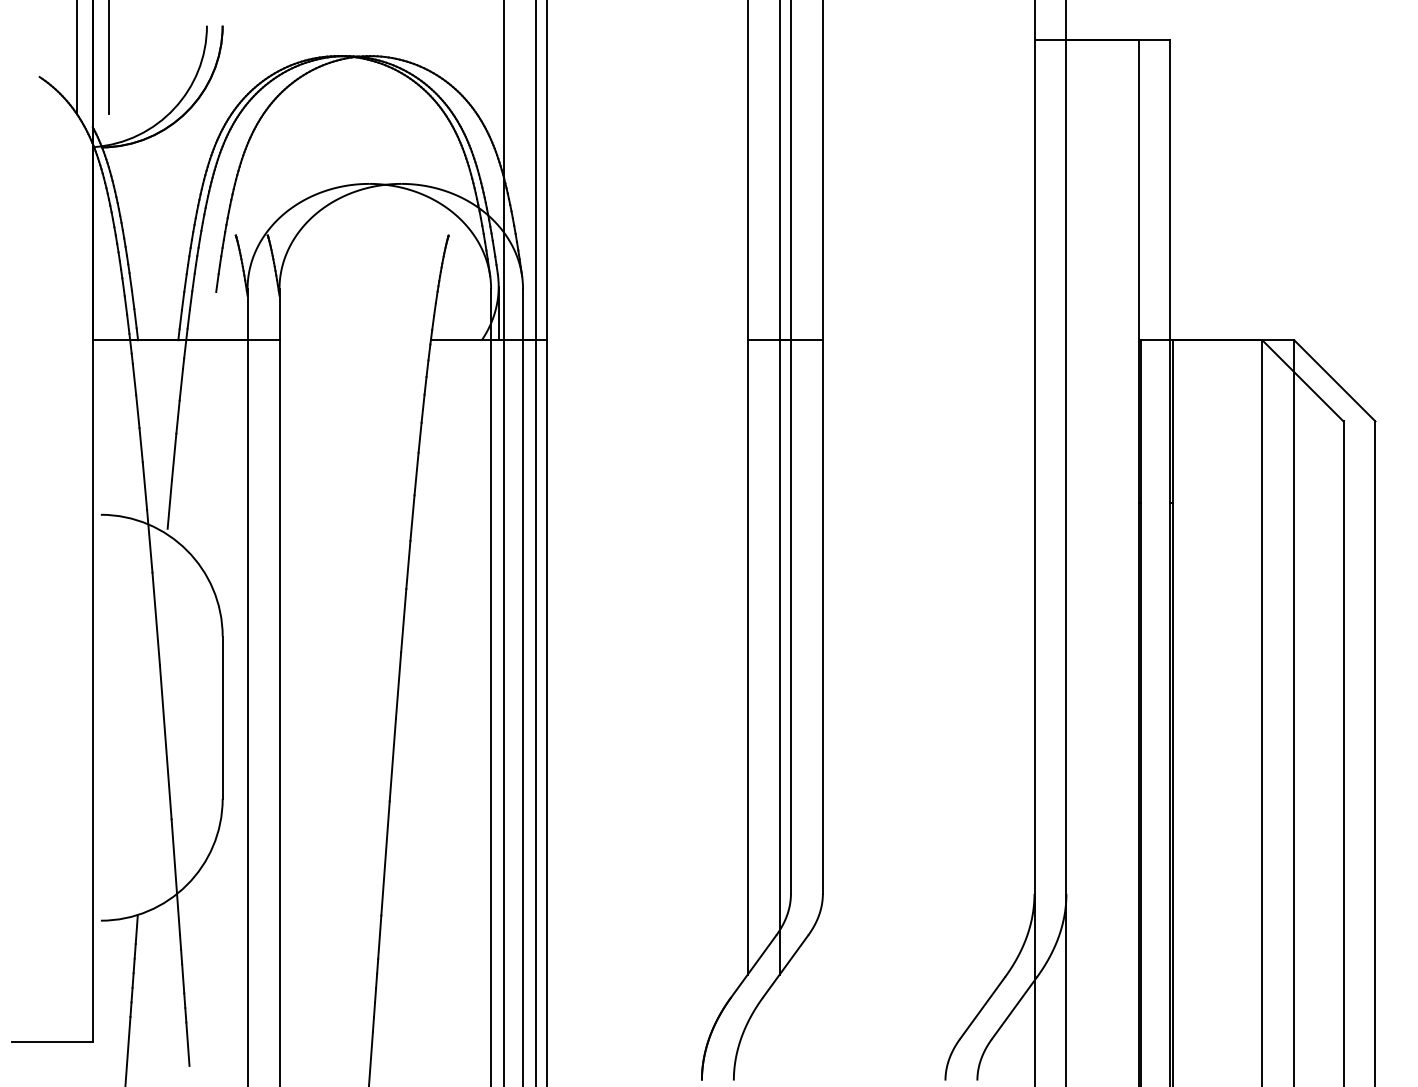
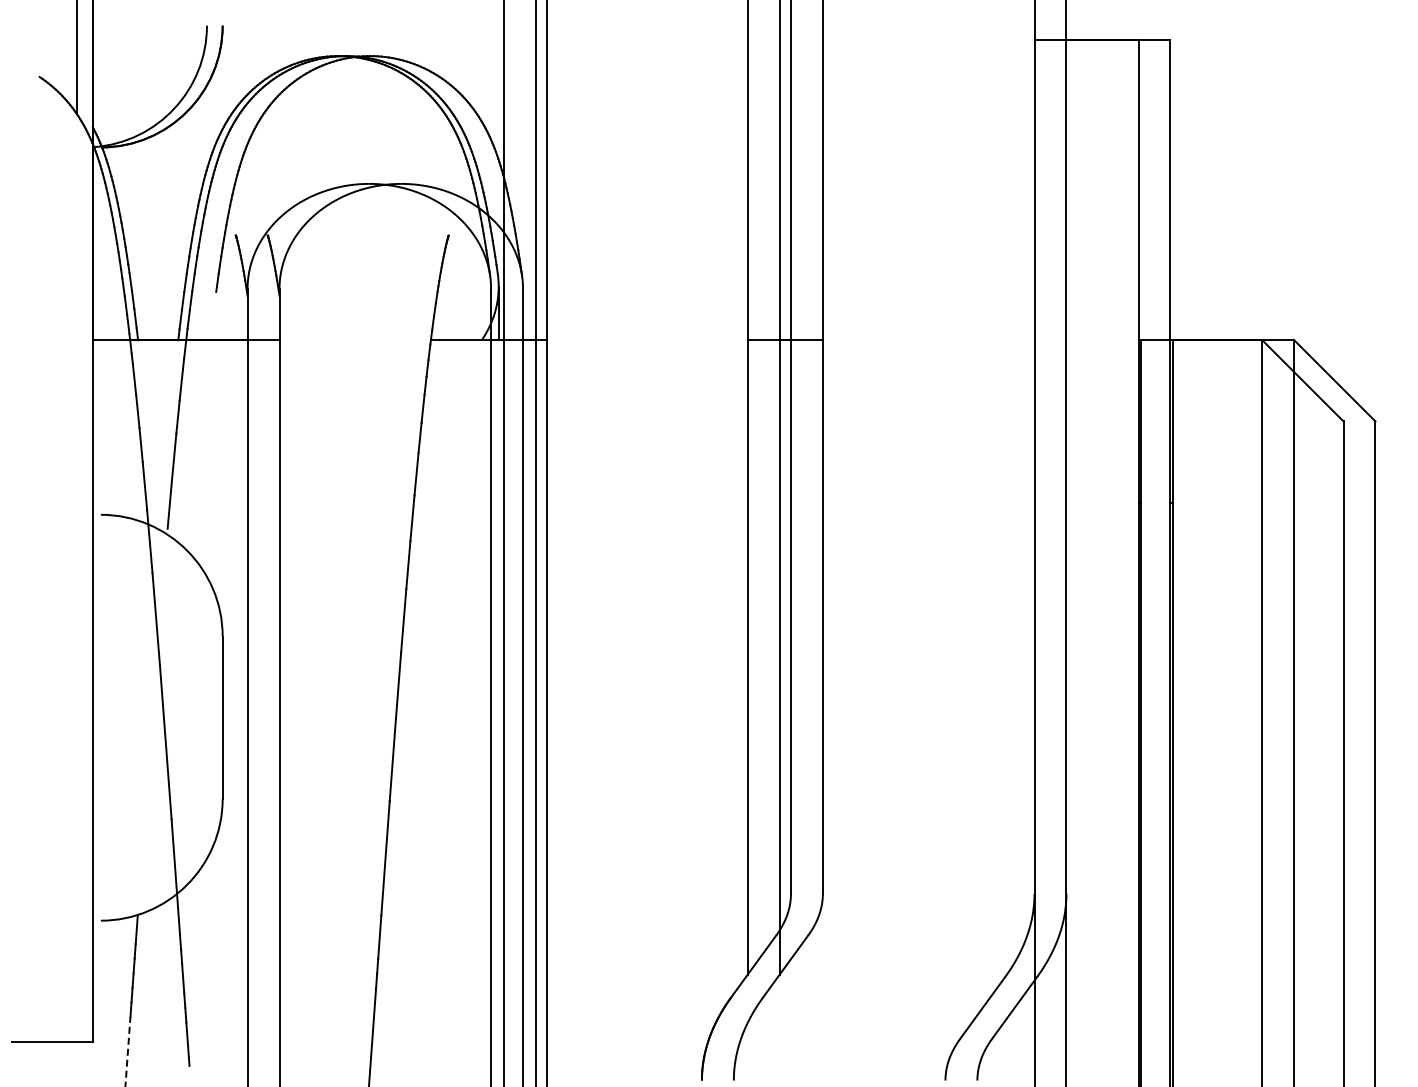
line at (109, 58): present -> none
line at (127, 1051): solid -> dashed
